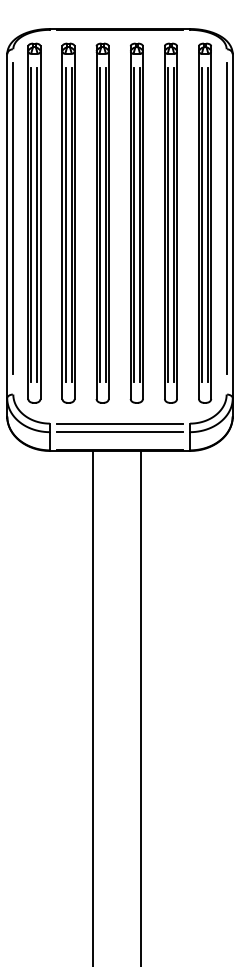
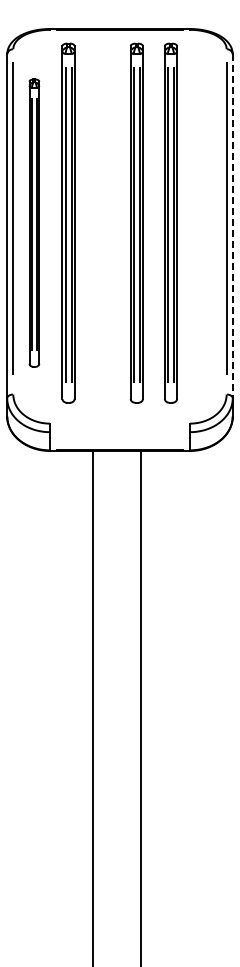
part at (34, 222) size: 15x362 px -> 13x290 px
part at (102, 222): present -> none
part at (204, 222): present -> none
line at (232, 226): solid -> dashed
line at (119, 423): present -> none
line at (119, 432): present -> none
